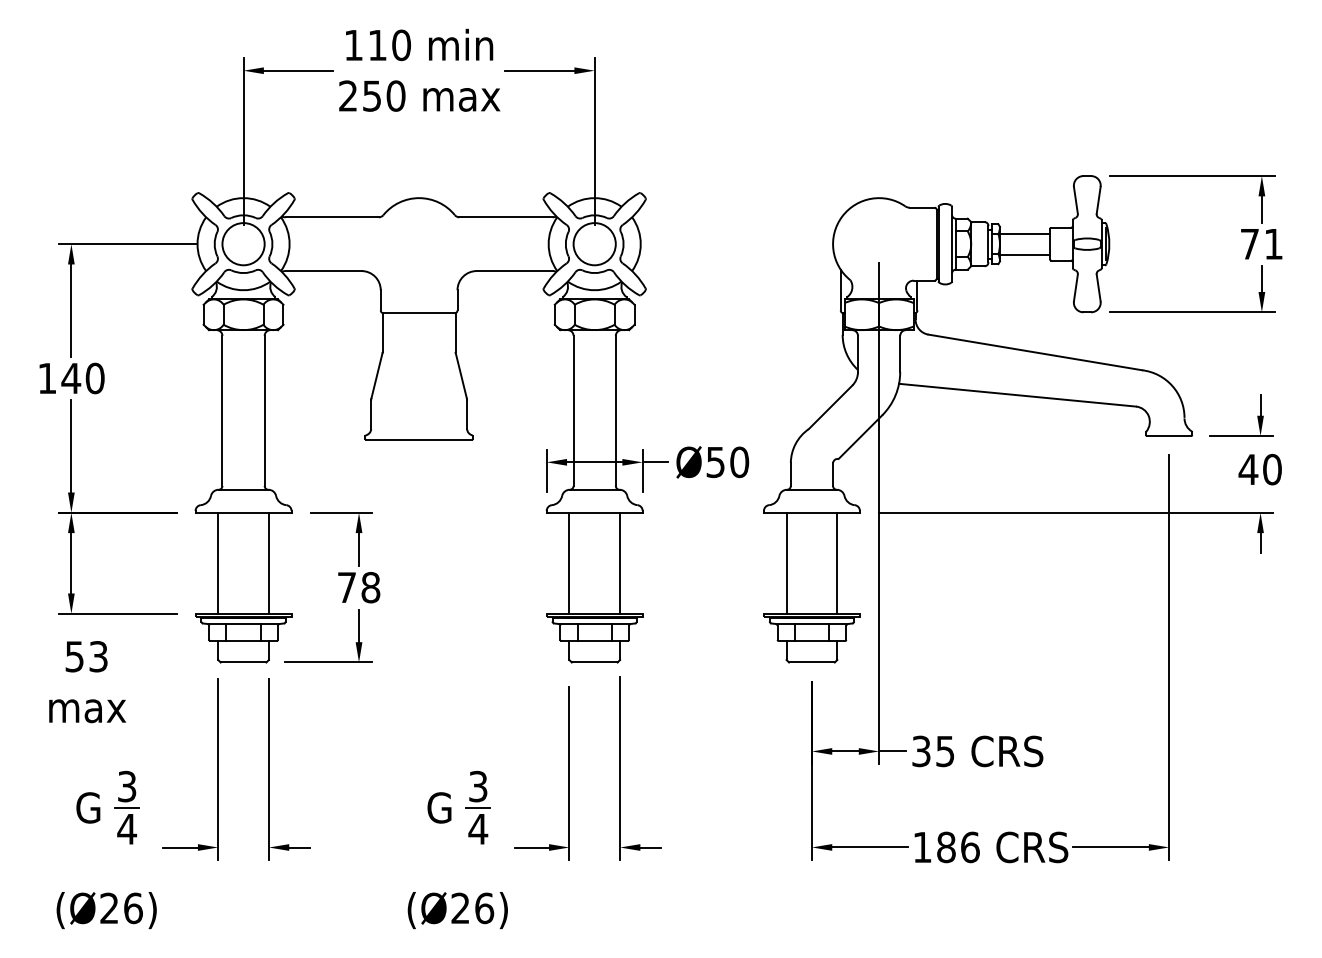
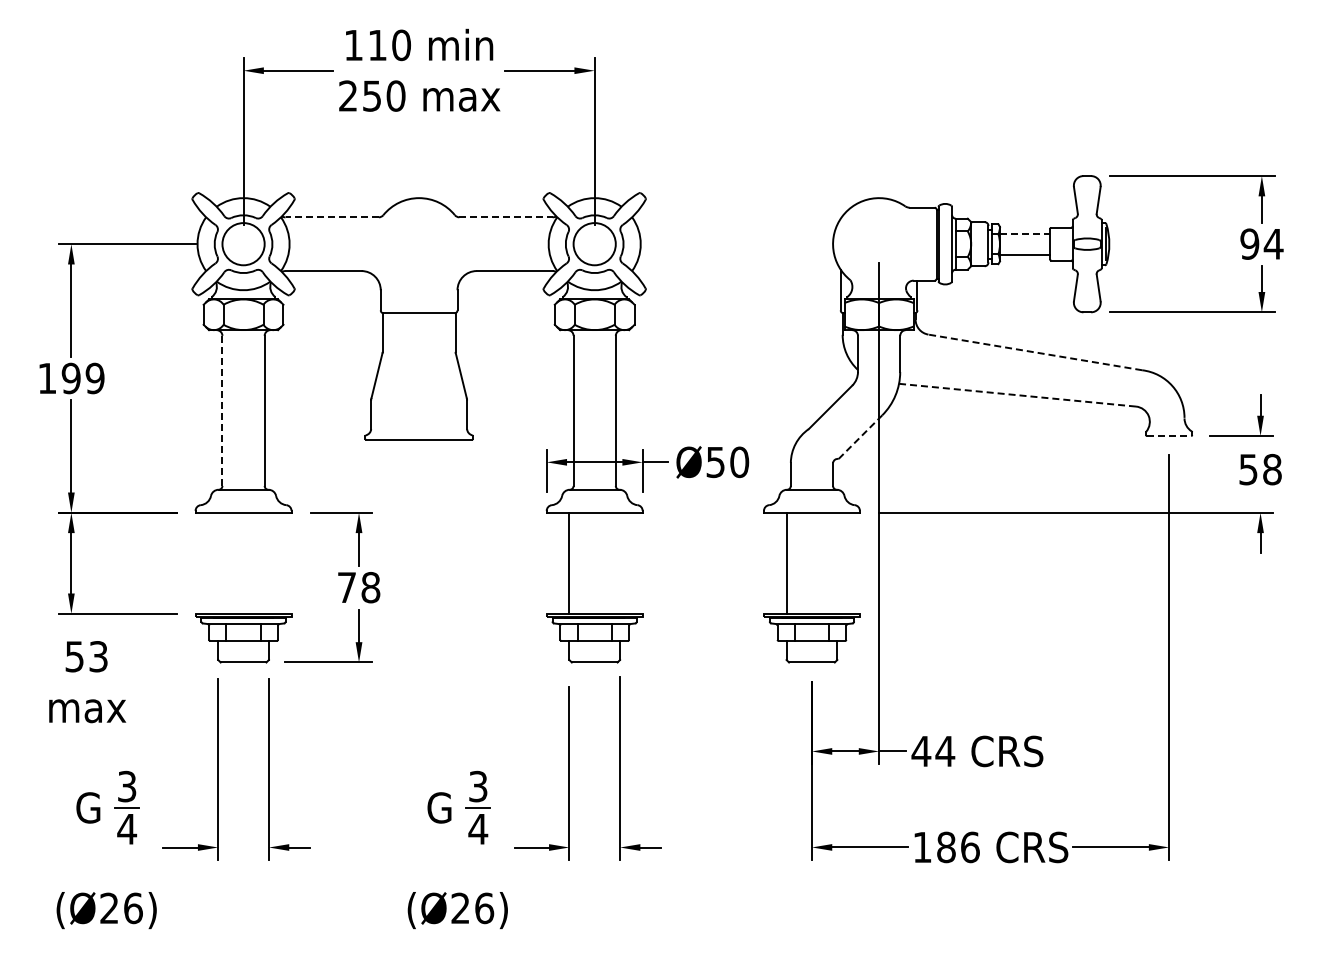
line at (332, 217): solid -> dashed
line at (506, 217): solid -> dashed
line at (1024, 233): solid -> dashed
text at (1261, 243): 71 -> 94
line at (1034, 352): solid -> dashed
text at (82, 378): 140 -> 199
line at (1017, 395): solid -> dashed
line at (222, 411): solid -> dashed
line at (1169, 436): solid -> dashed
line at (860, 437): solid -> dashed
text at (1259, 469): 40 -> 58
line at (218, 562): present -> none
line at (268, 562): present -> none
line at (620, 562): present -> none
line at (837, 562): present -> none
text at (933, 751): 35 -> 44
